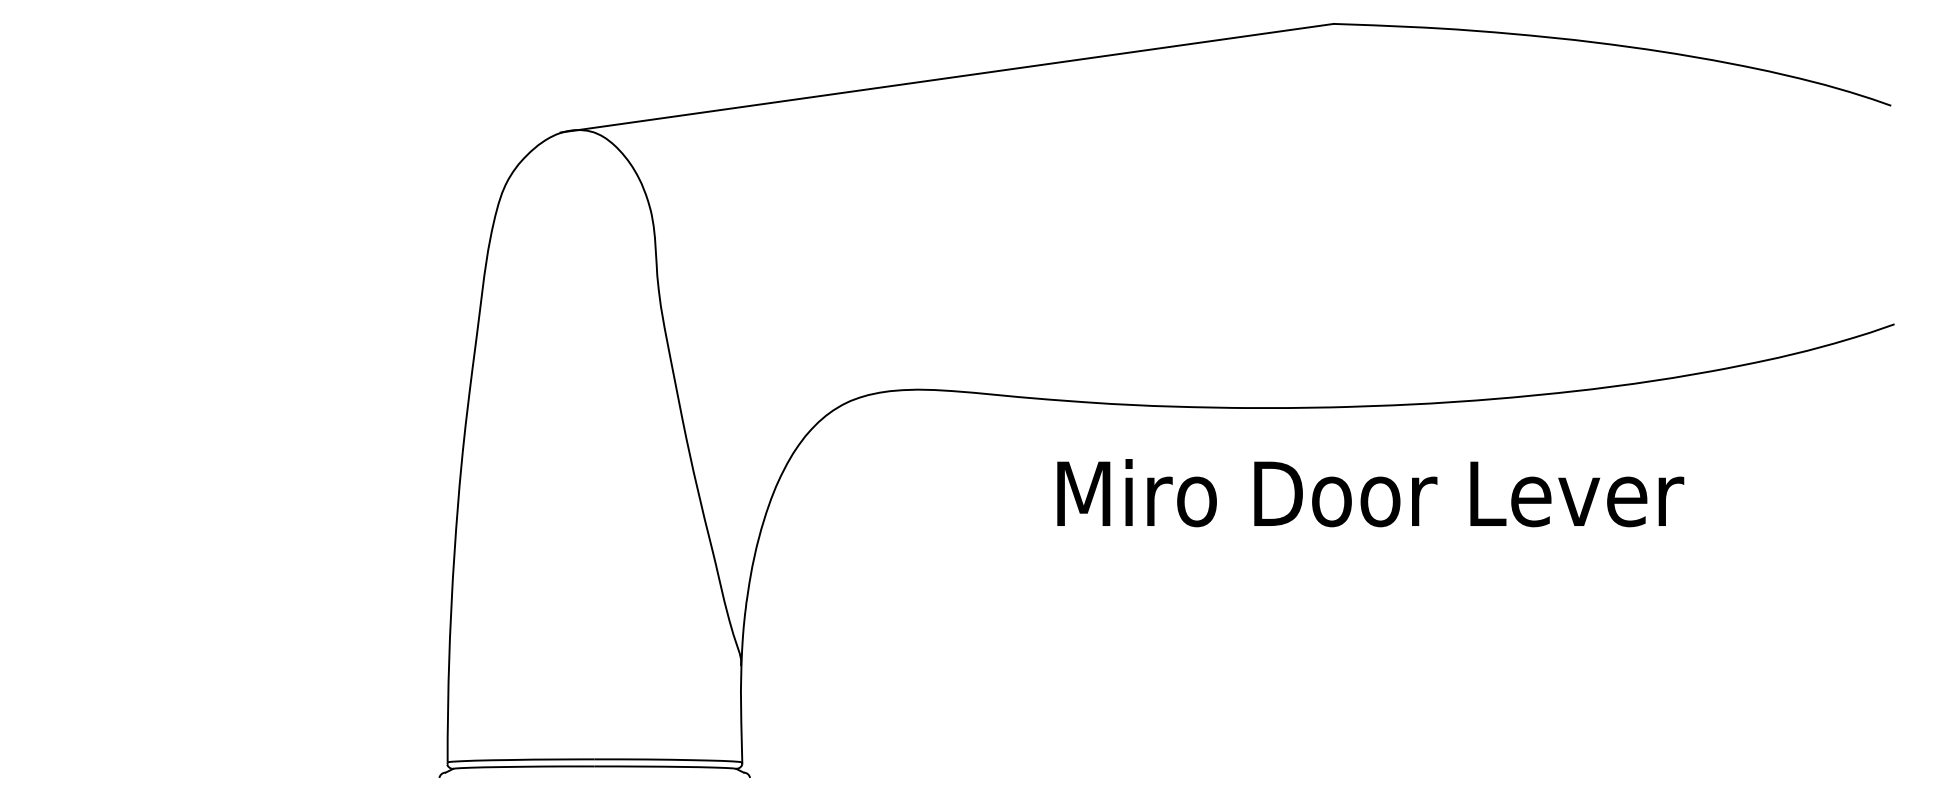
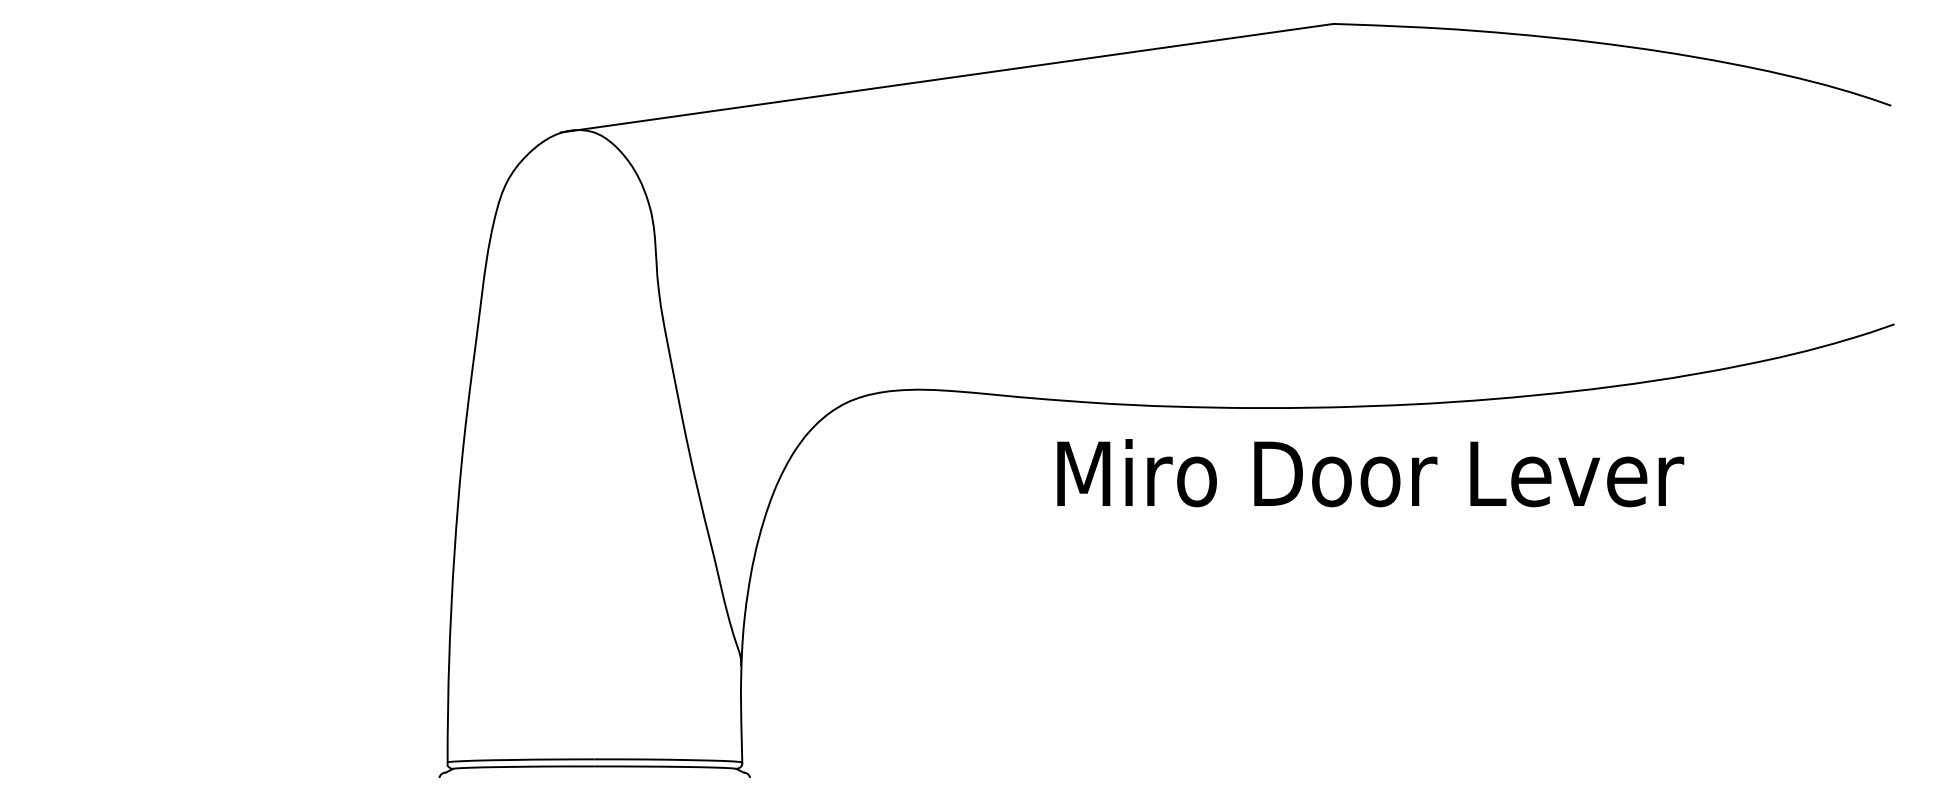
text at (1370, 493) position: (1370, 493) -> (1370, 473)
